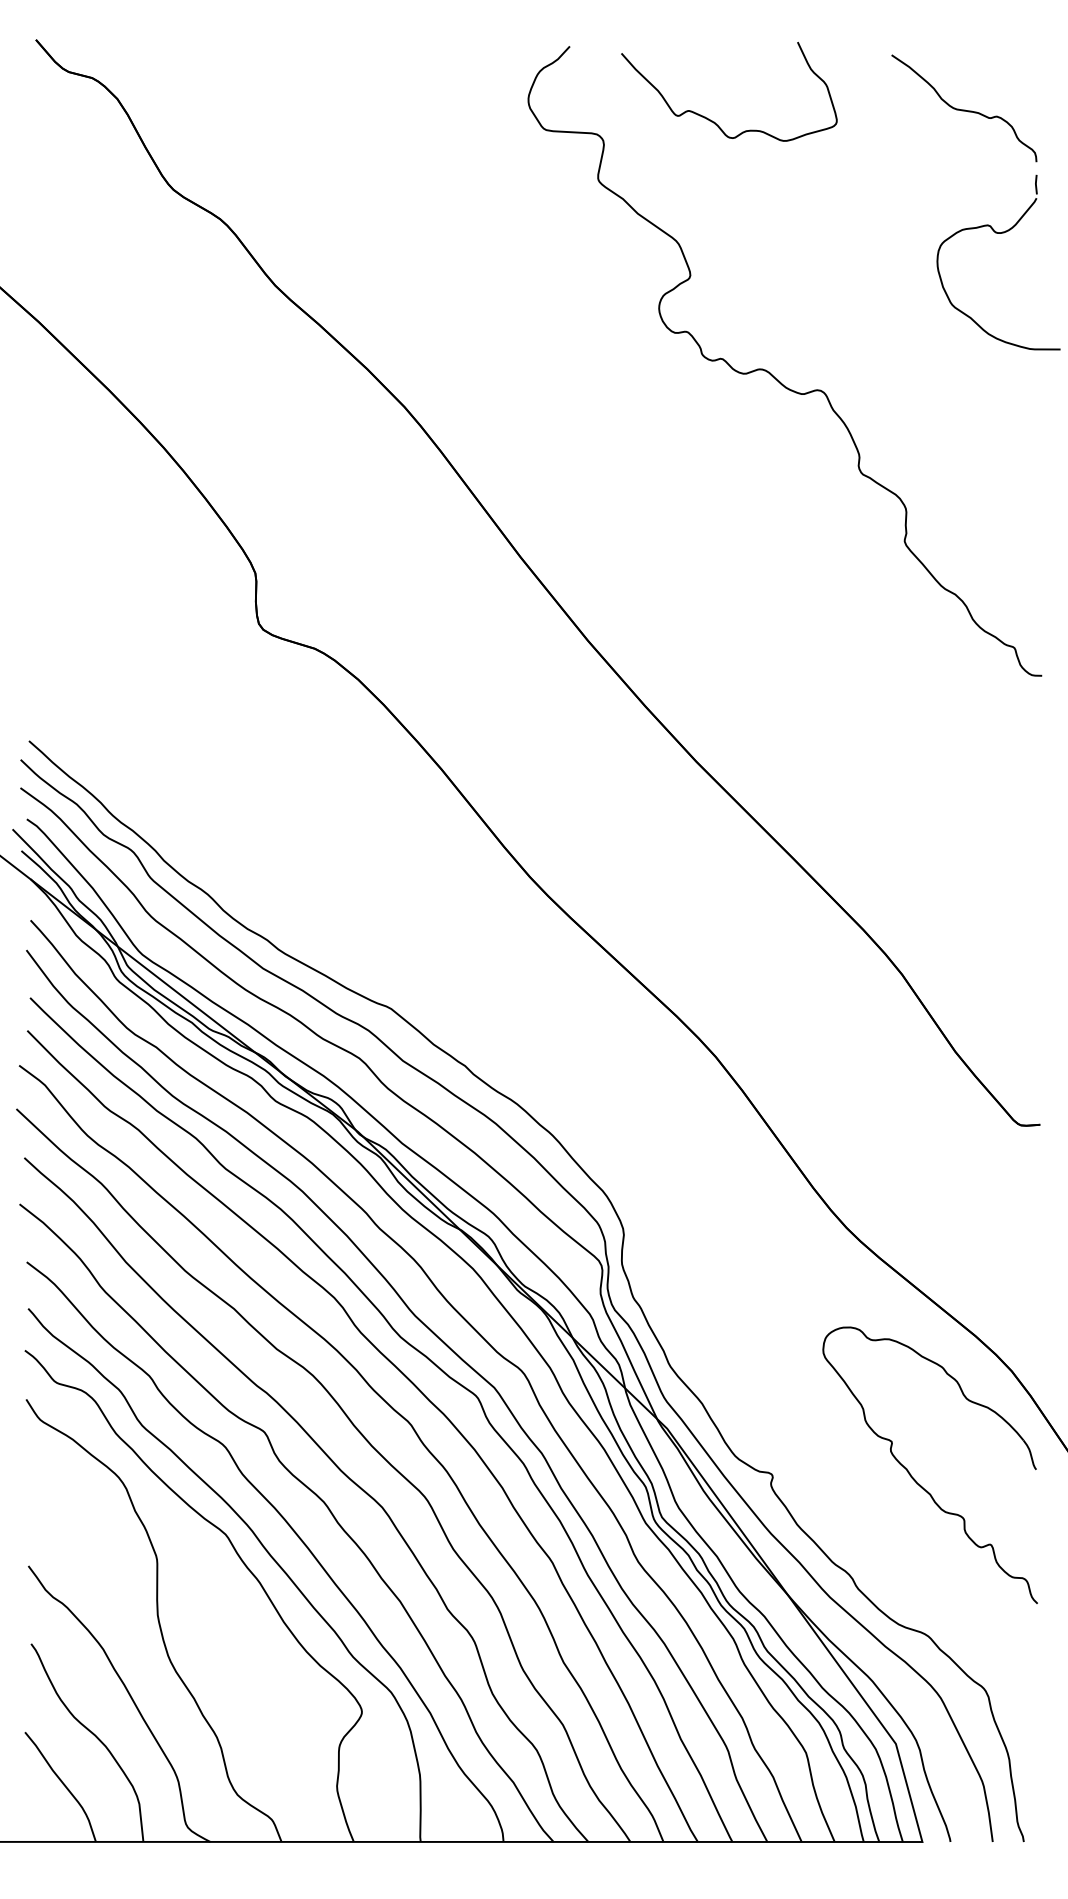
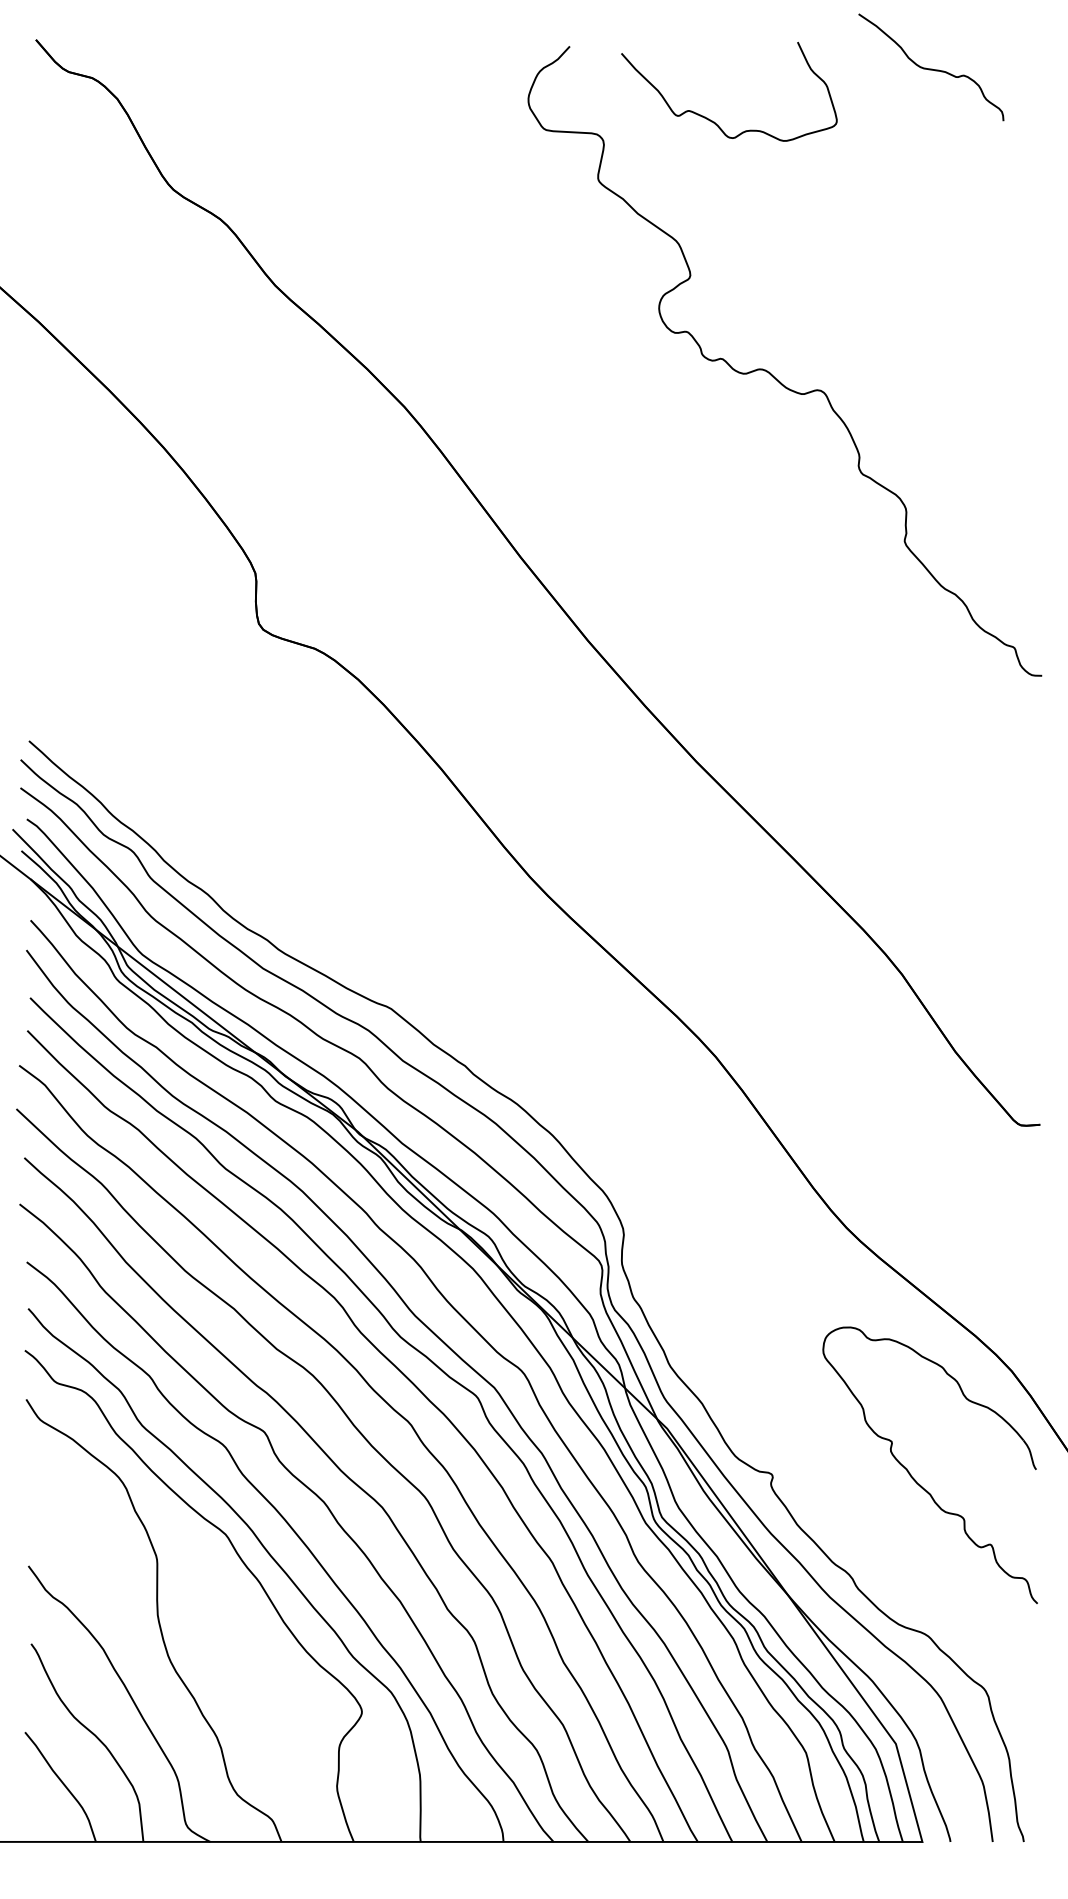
curve at (964, 109) position: (964, 109) -> (931, 68)
part at (998, 233): present -> none
